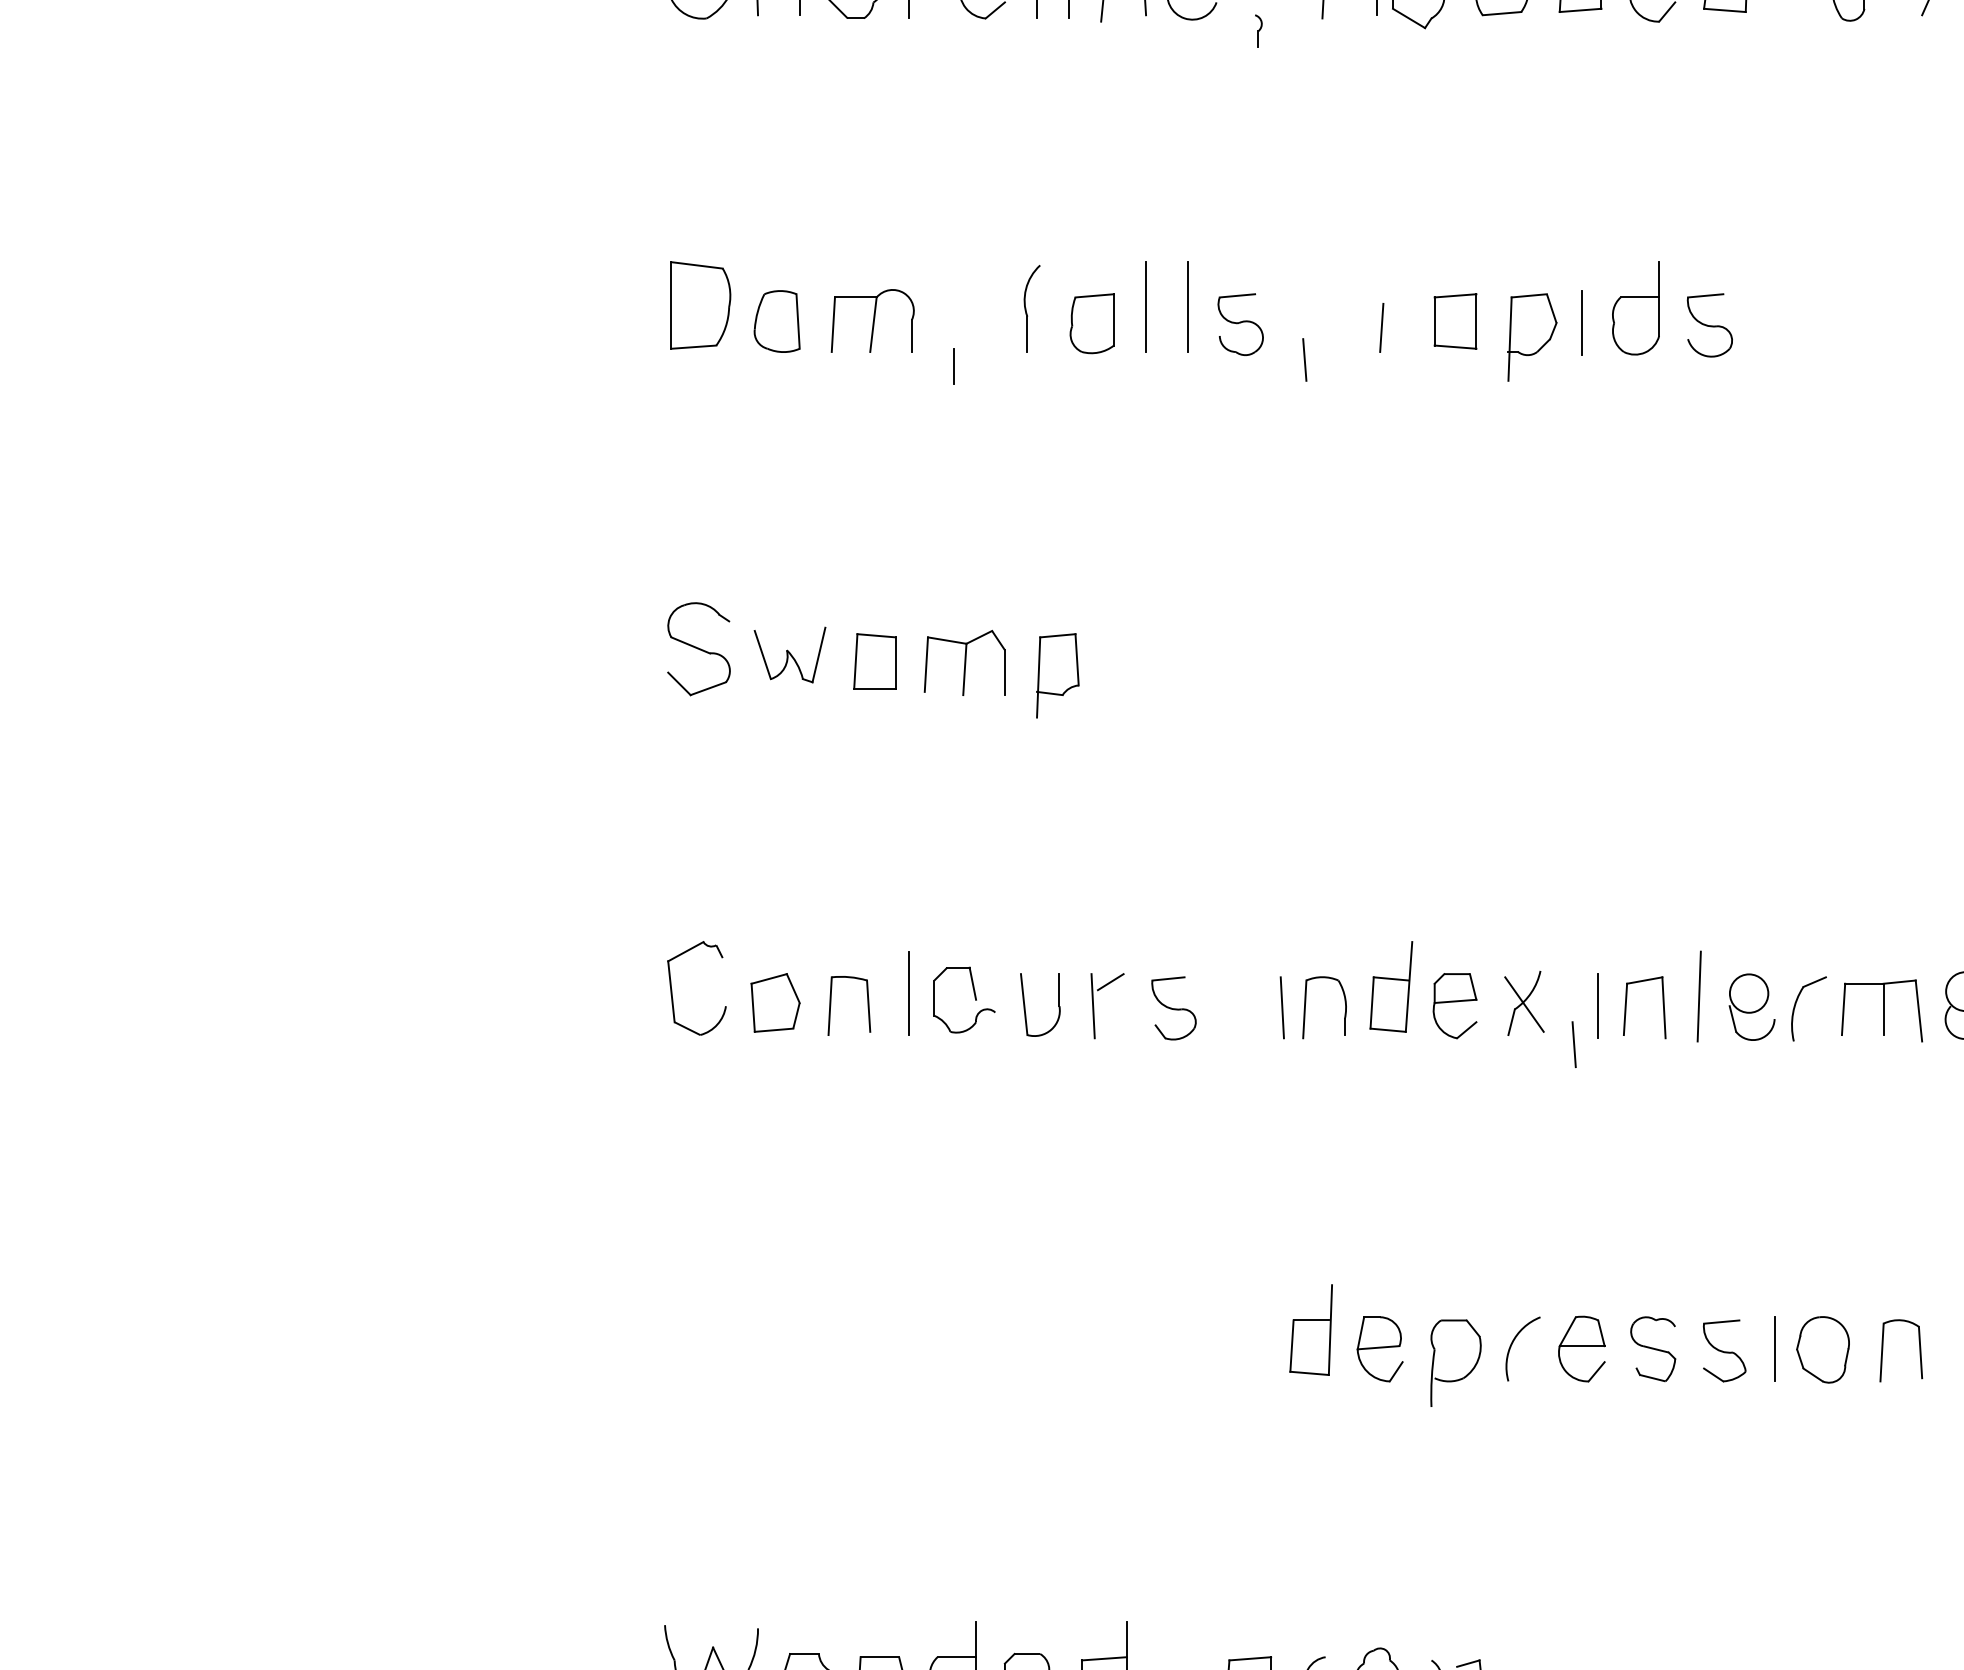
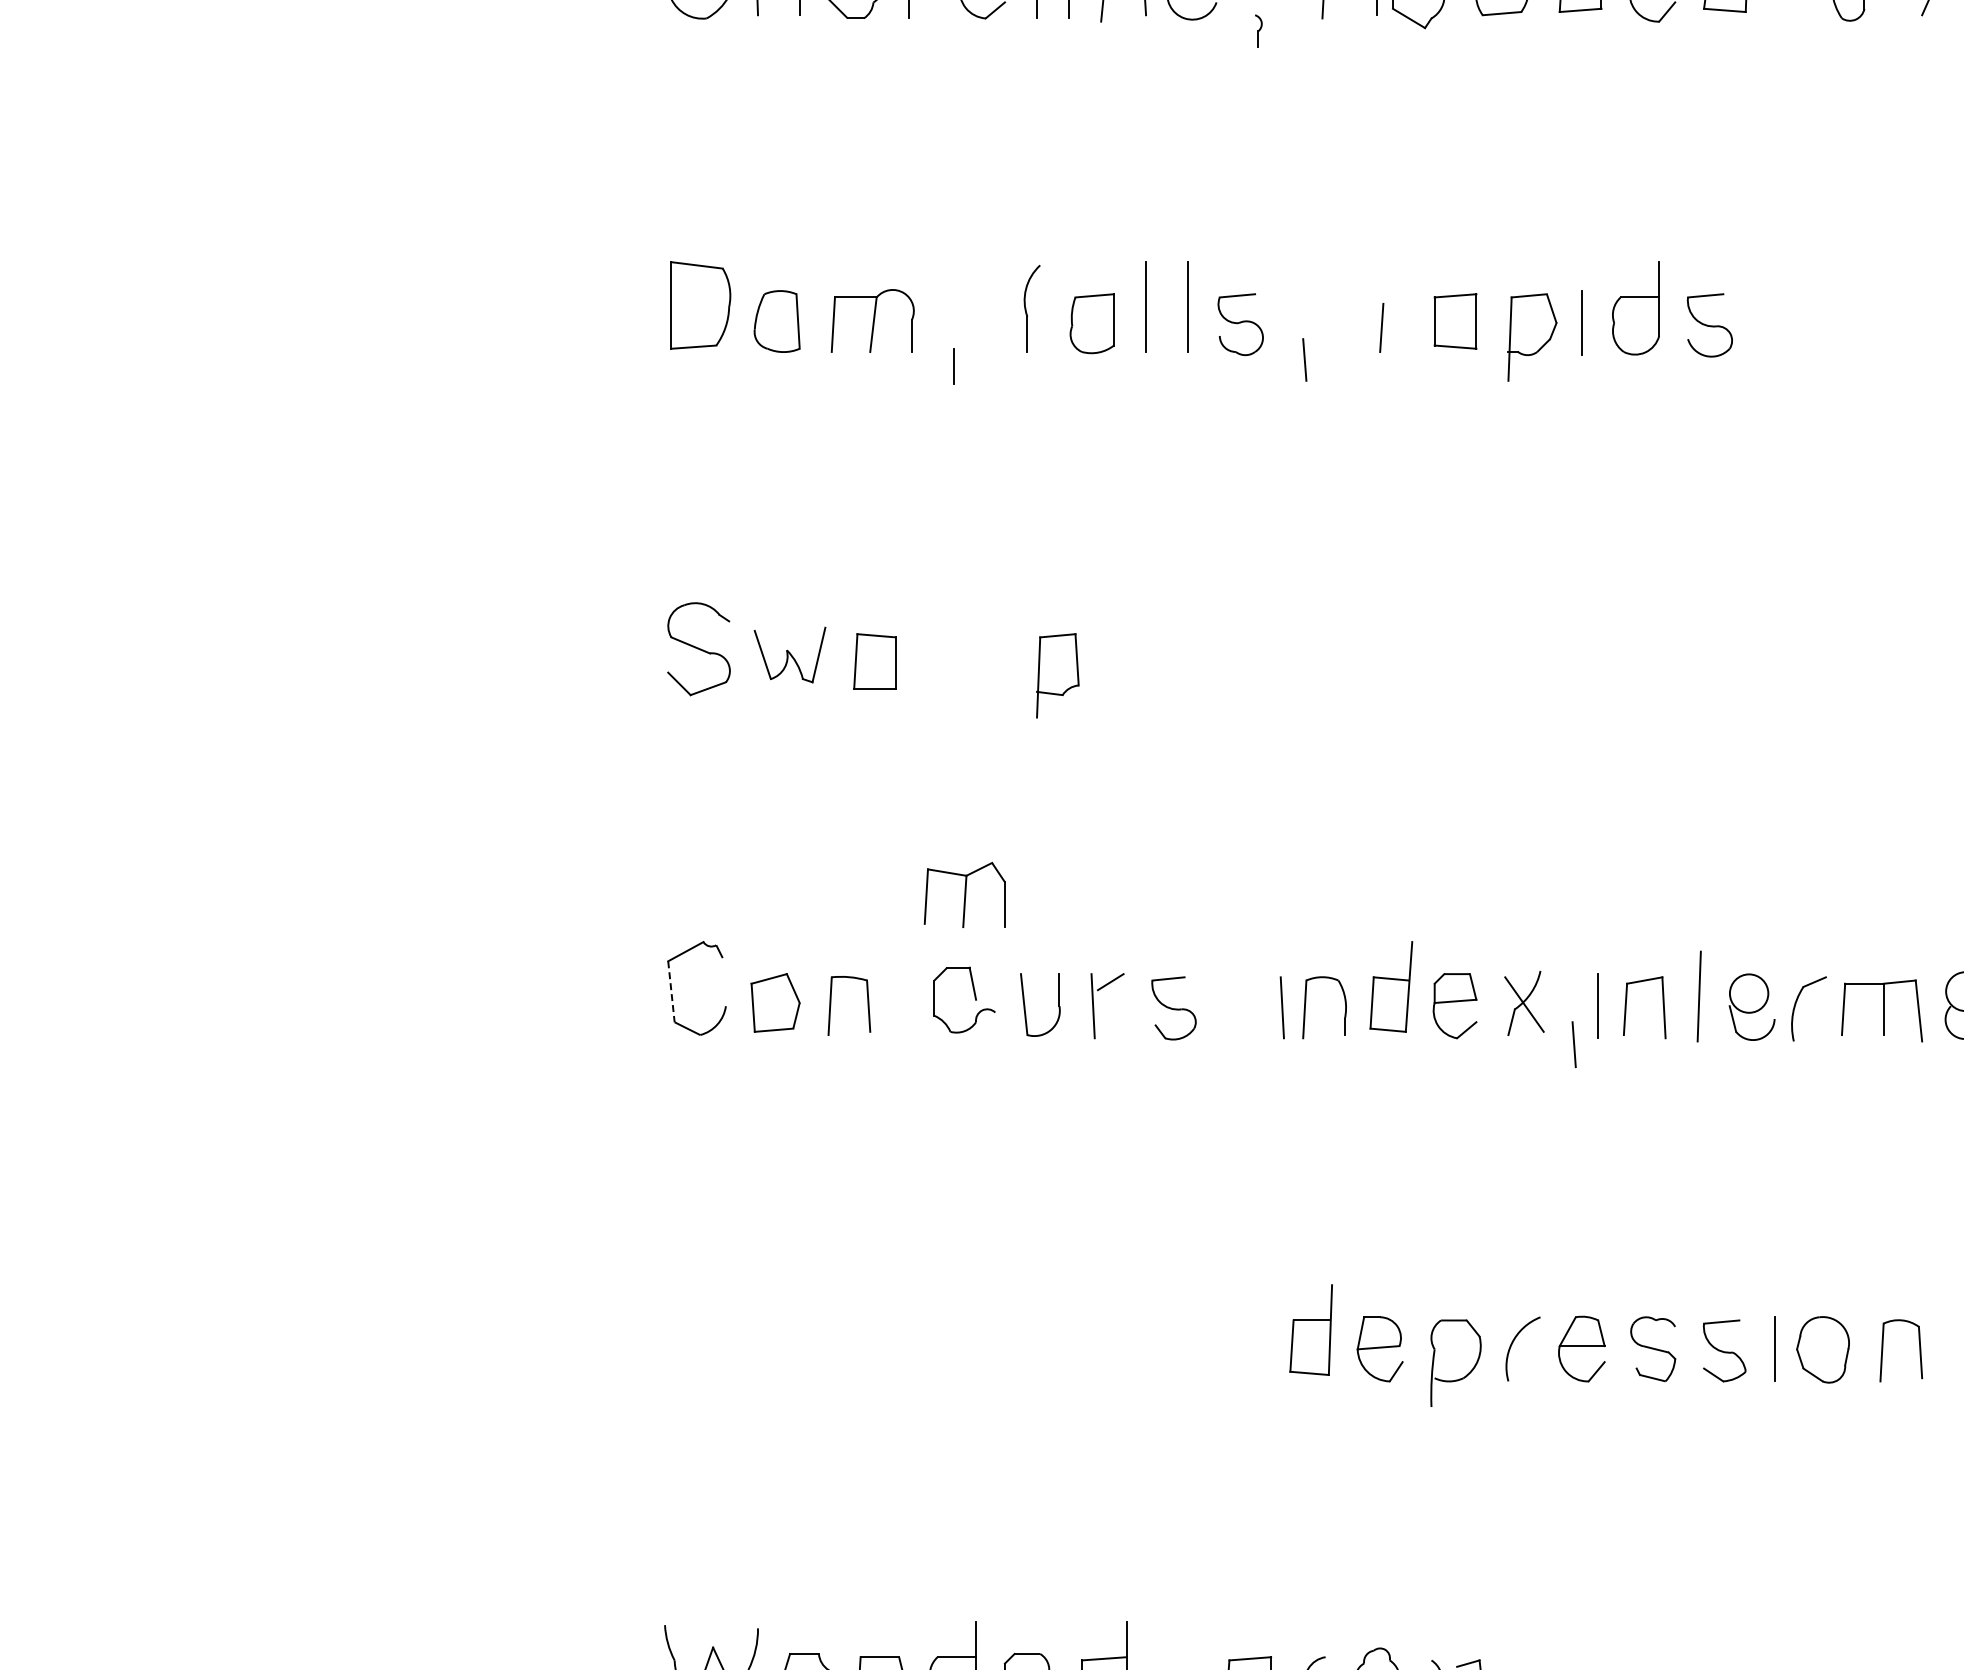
part at (964, 662) position: (964, 662) -> (964, 894)
line at (671, 991): solid -> dashed
line at (908, 993): present -> none
